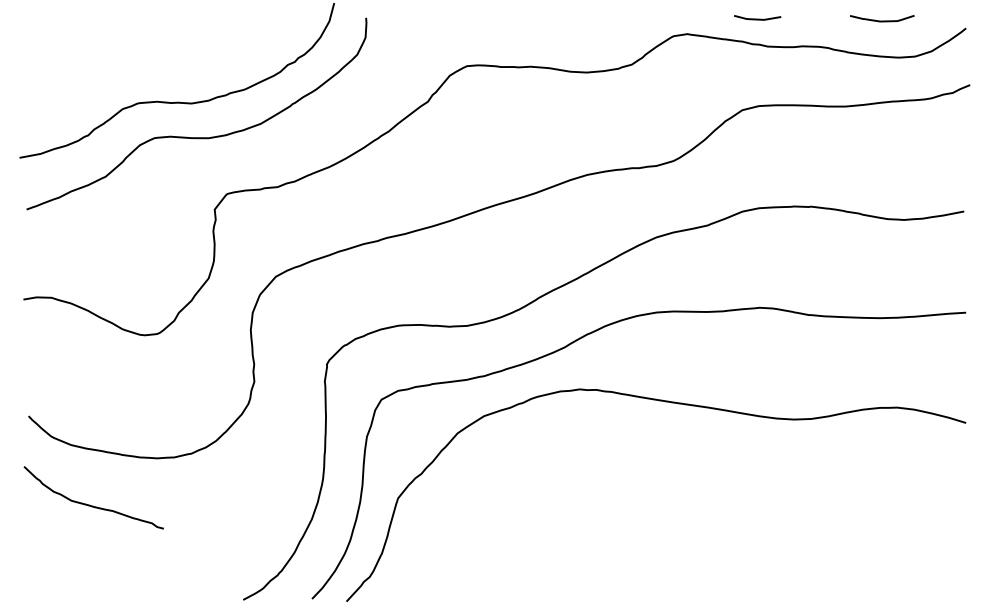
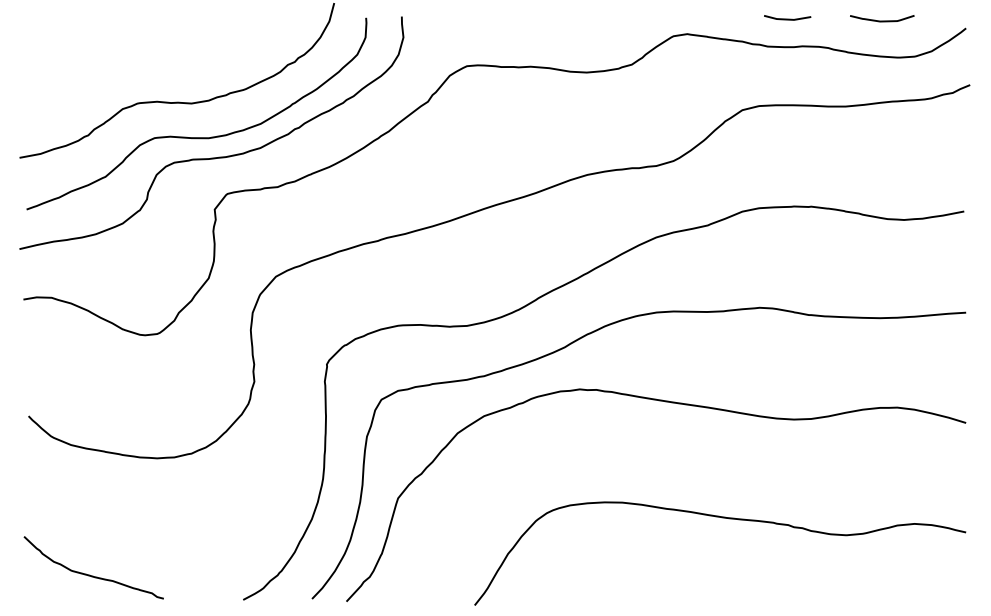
line at (757, 18) position: (757, 18) -> (787, 18)
curve at (218, 156): none -> present
curve at (93, 505) position: (93, 505) -> (93, 575)
curve at (722, 518): none -> present
